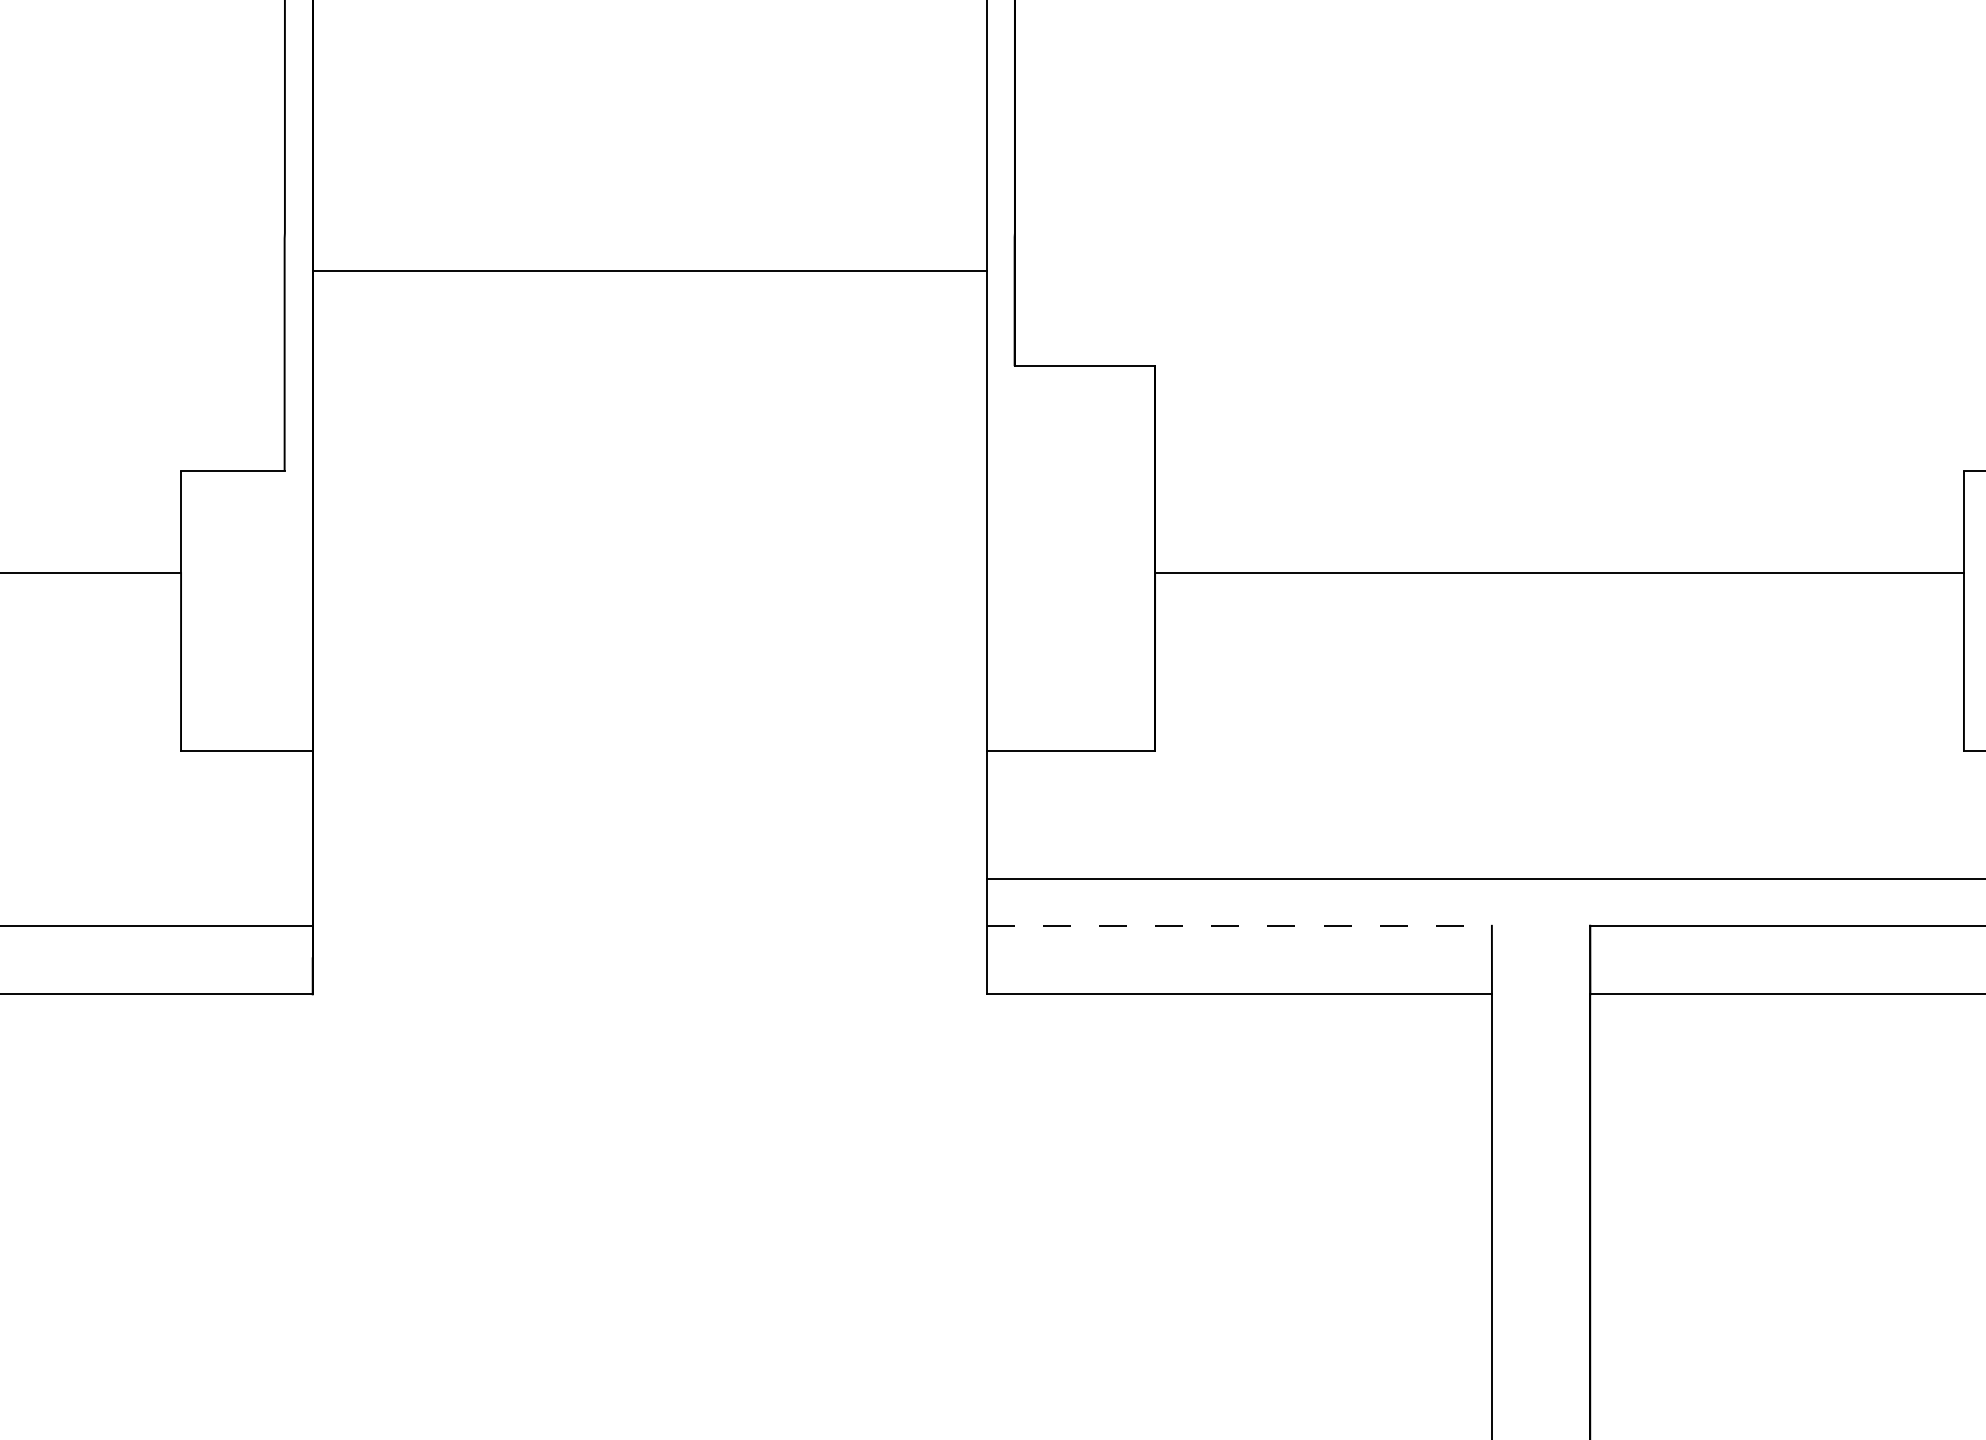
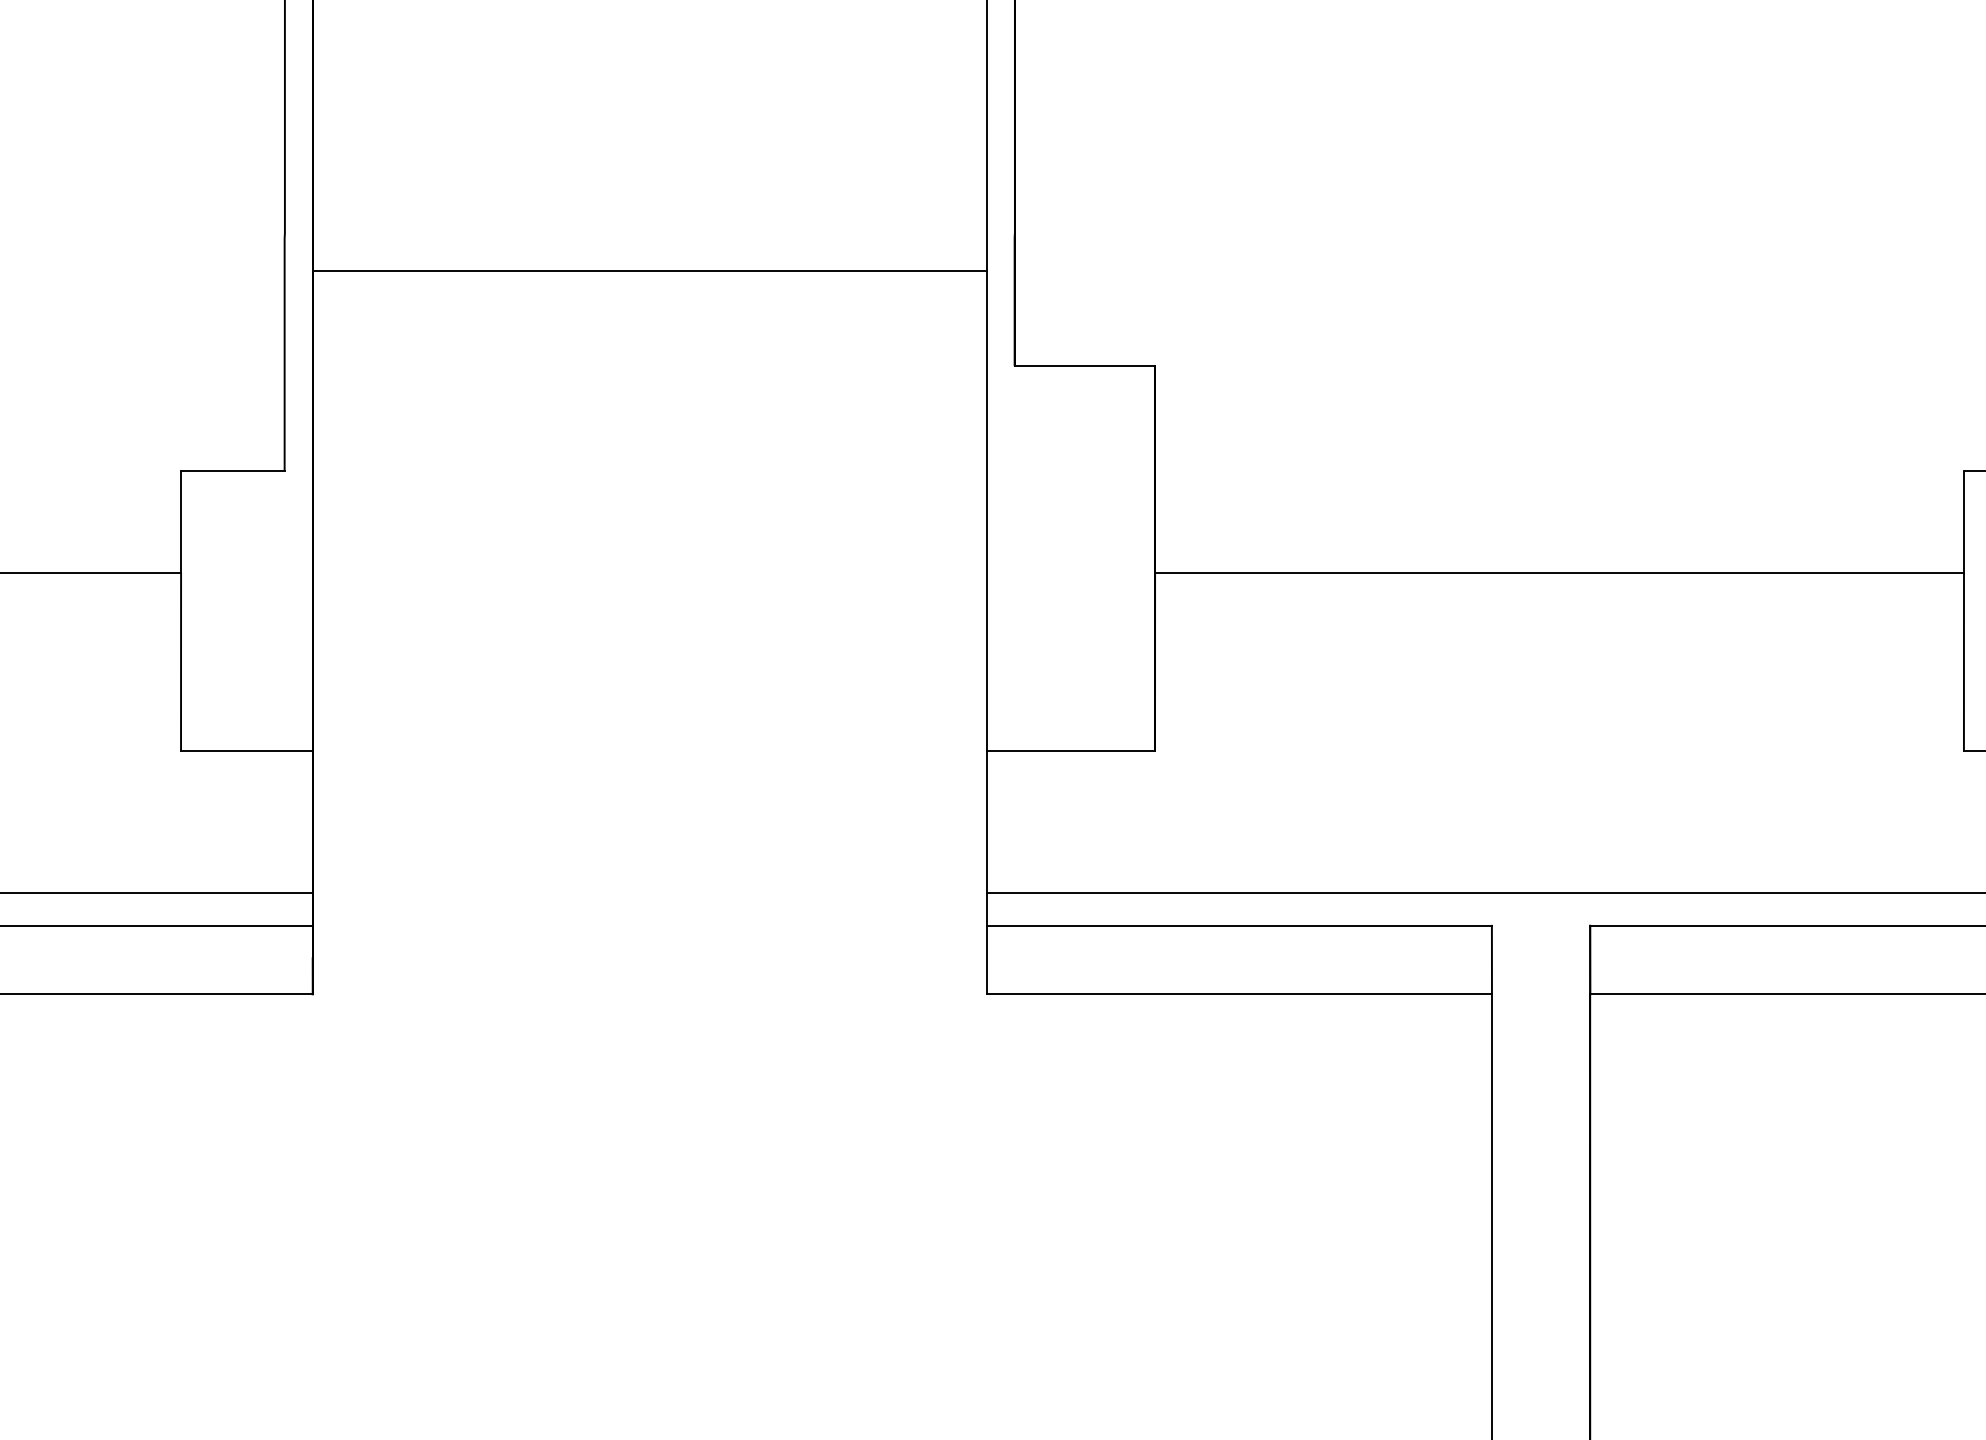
line at (1484, 878) position: (1484, 878) -> (1484, 892)
line at (157, 892): none -> present
line at (1239, 925): dashed -> solid
